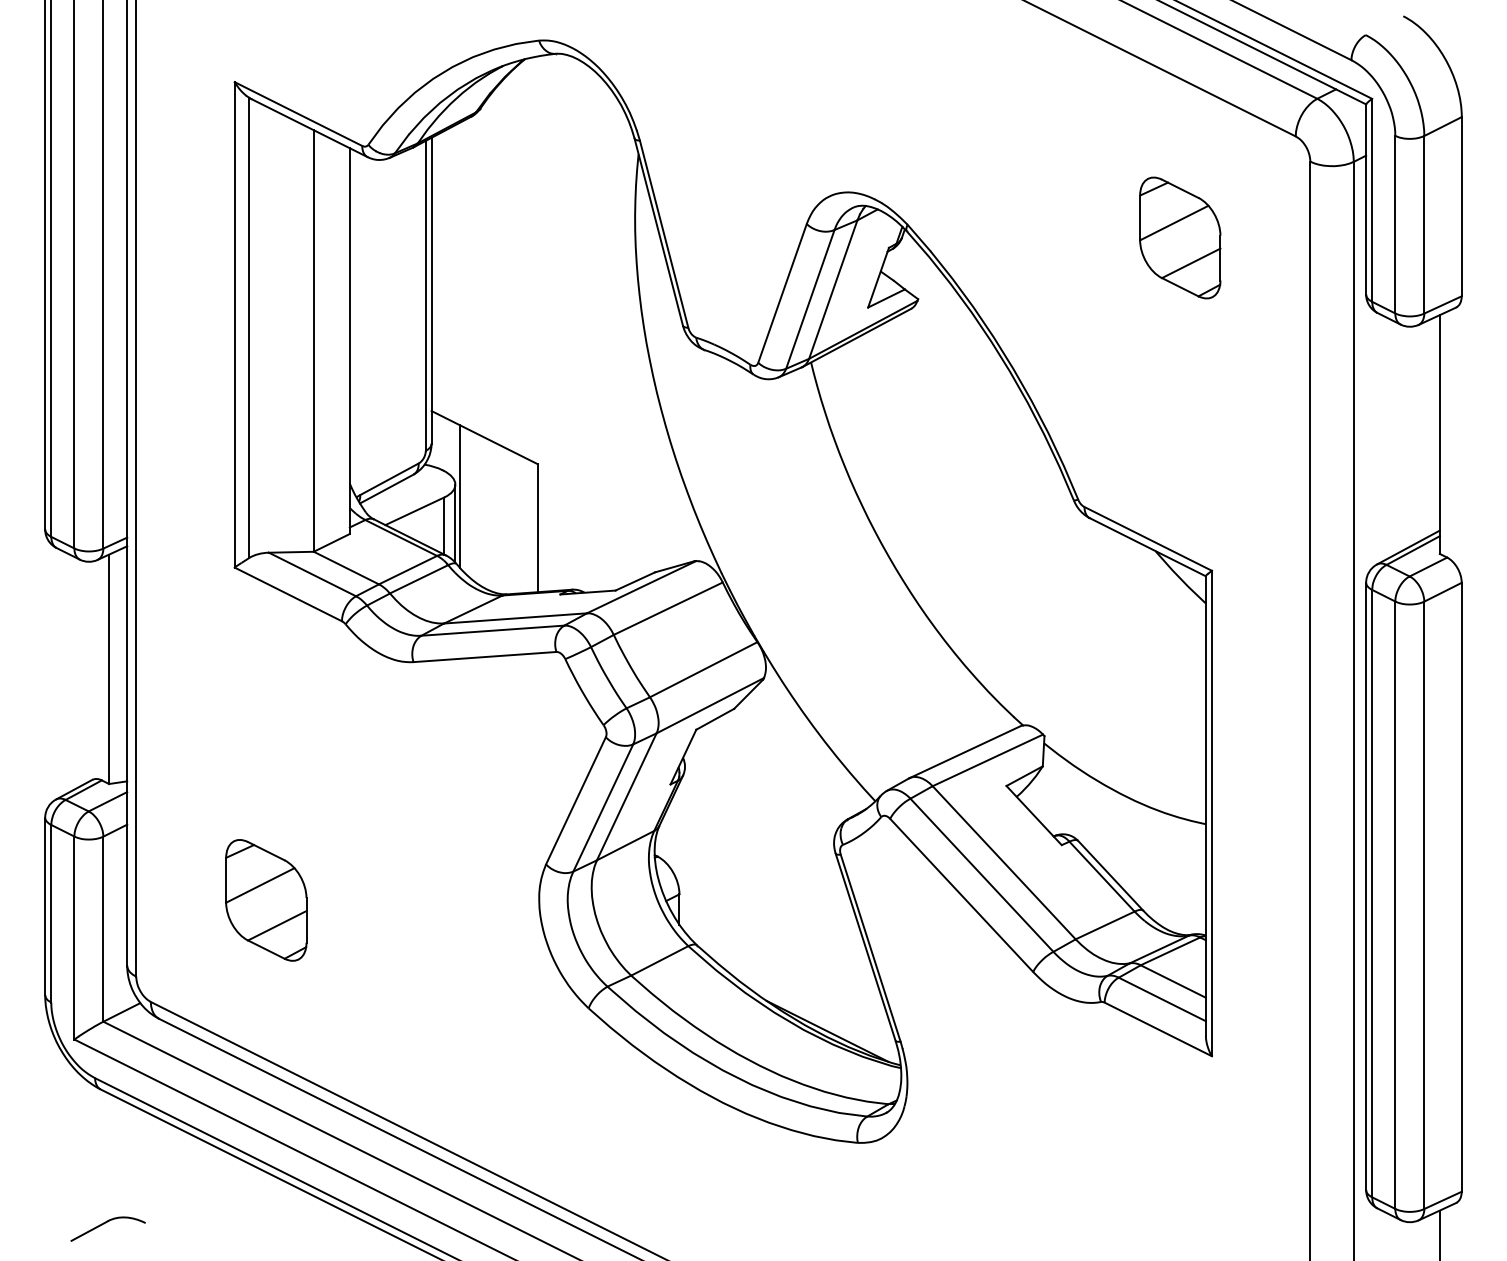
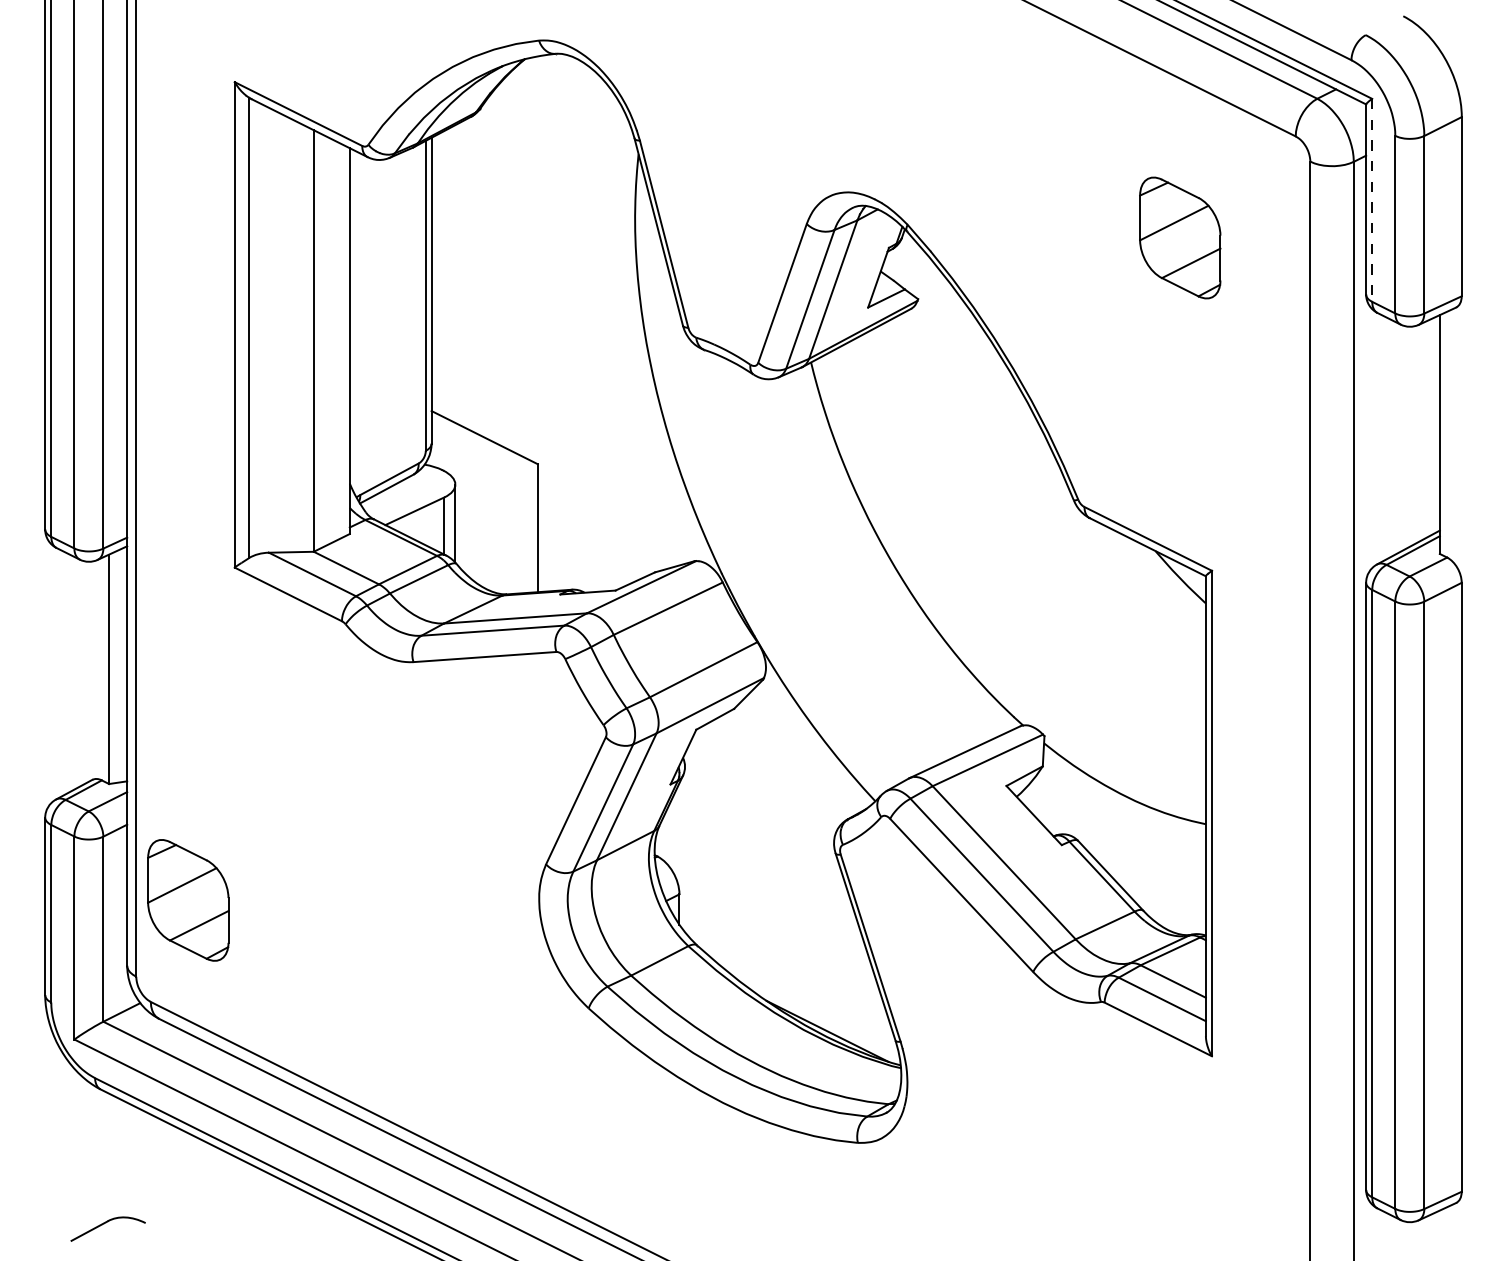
line at (1372, 200): solid -> dashed
line at (459, 496): present -> none
part at (266, 900) position: (266, 900) -> (188, 900)
line at (1439, 1233): present -> none
